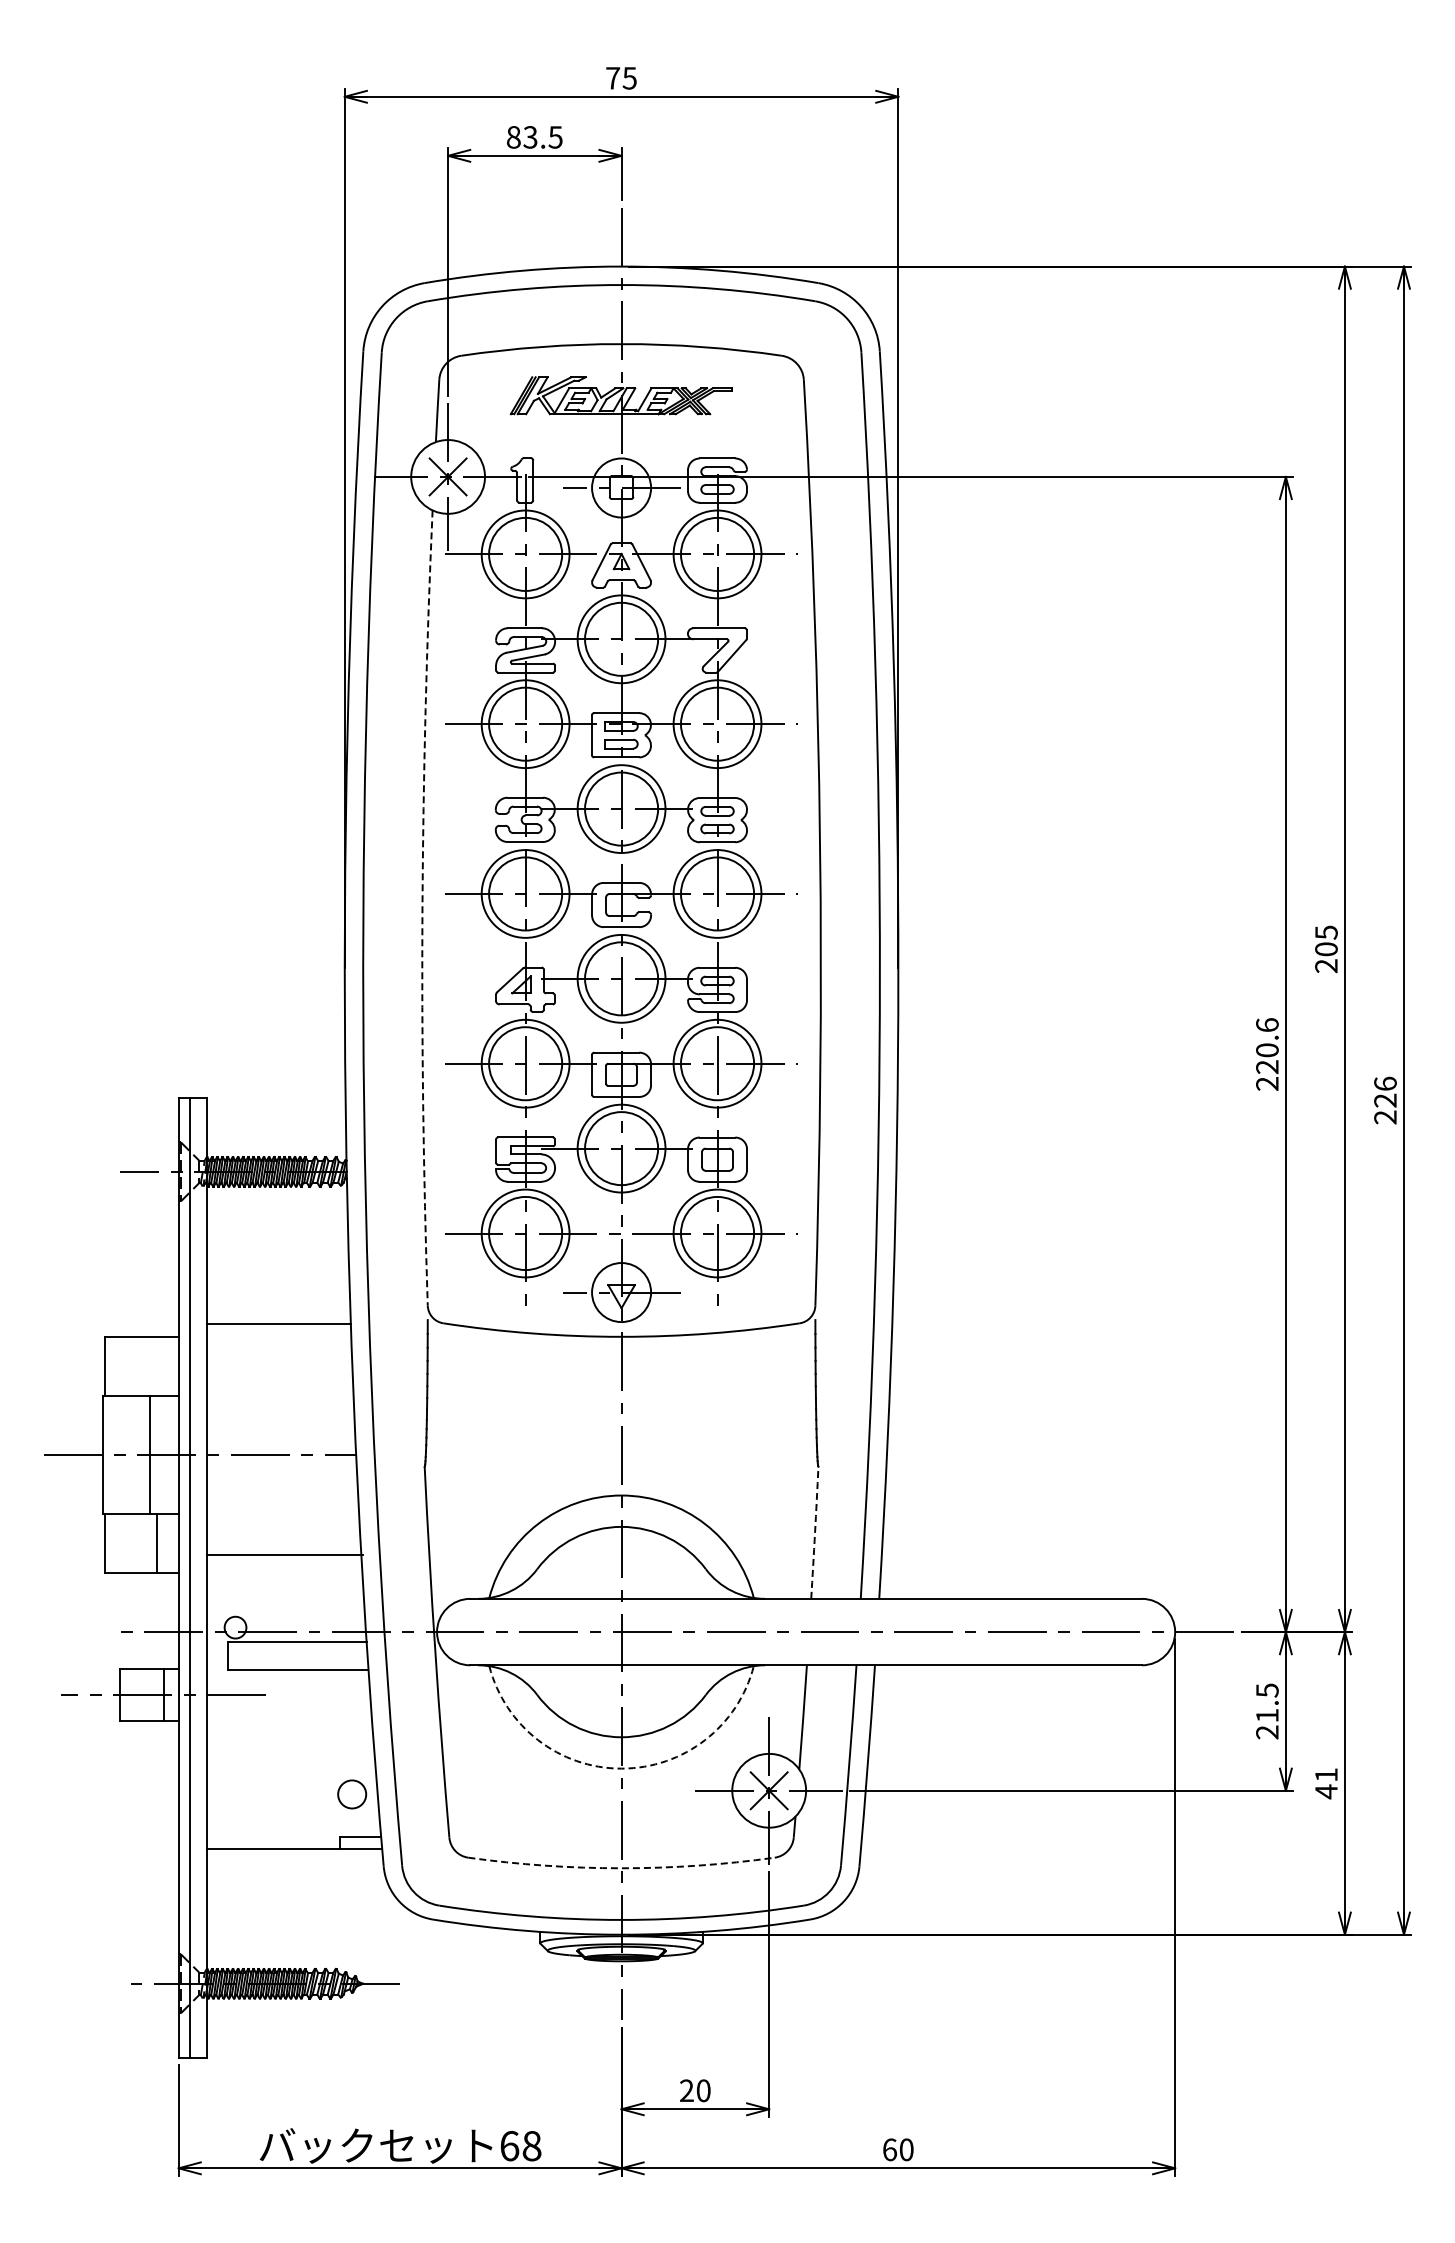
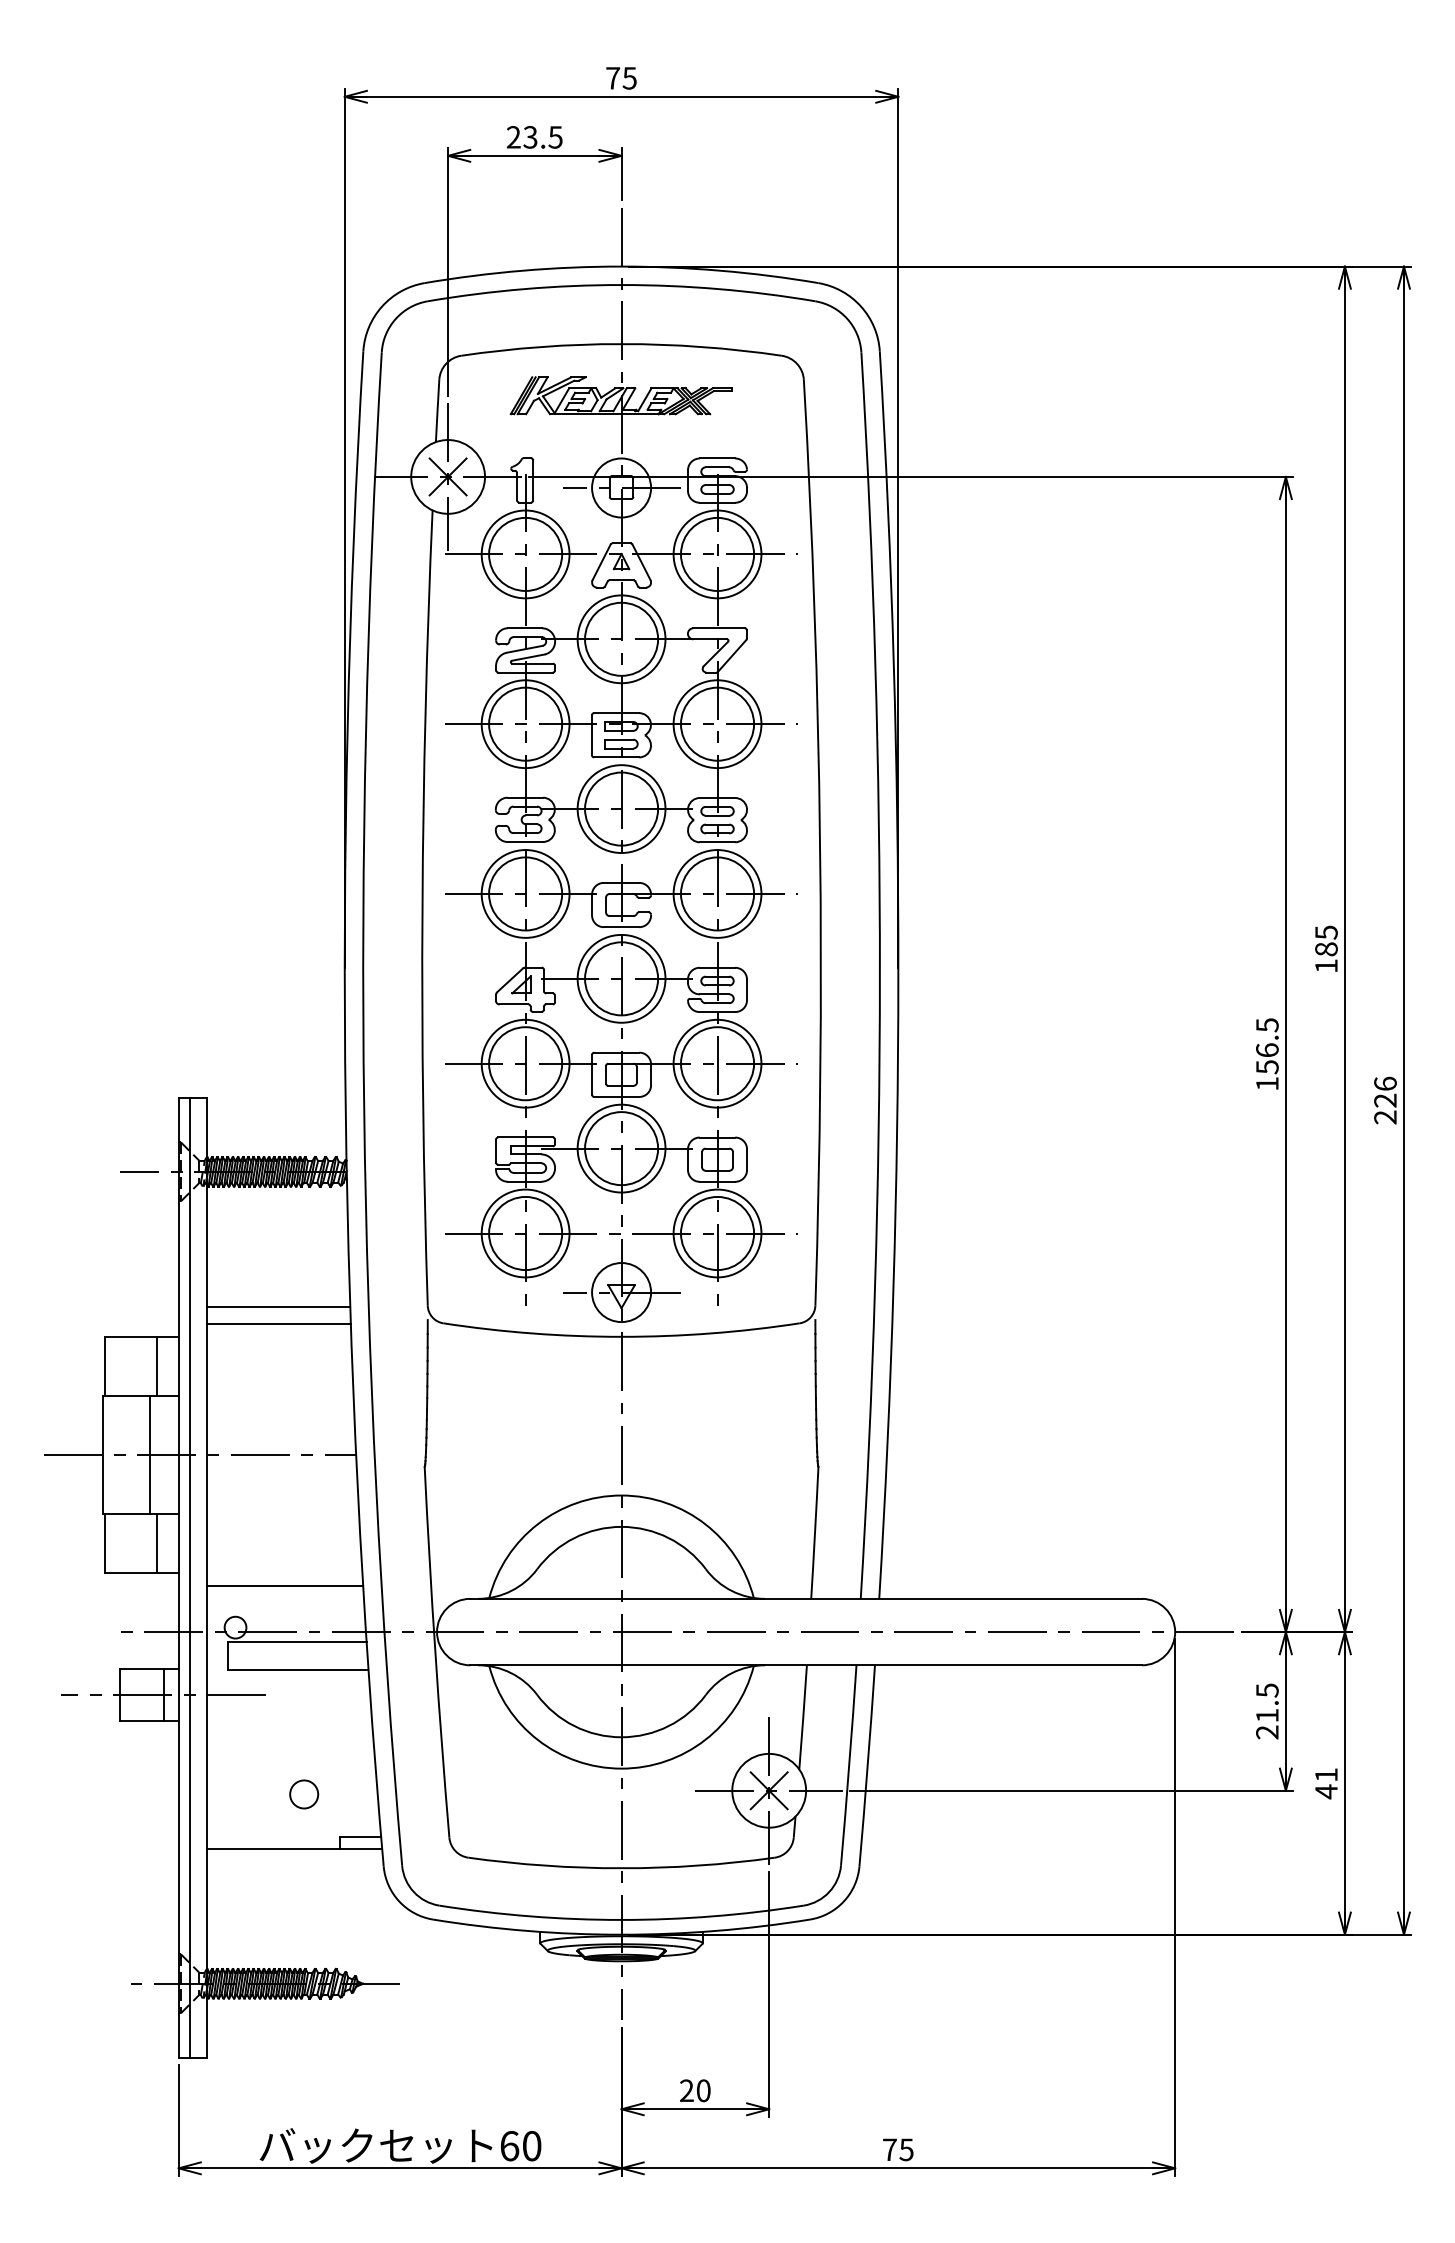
text at (513, 137): 83.5 -> 23.5
arc at (422, 908): dashed -> solid
text at (1326, 957): 205 -> 185
text at (1267, 1054): 220.6 -> 156.5
line at (278, 1306): none -> present
line at (156, 1365): none -> present
arc at (815, 1532): dashed -> solid
line at (284, 1555) position: (284, 1555) -> (284, 1586)
arc at (621, 1768): dashed -> solid
circle at (352, 1794) position: (352, 1794) -> (304, 1794)
arc at (621, 1868): dashed -> solid
text at (531, 2146): 68 -> 60
text at (898, 2149): 60 -> 75
